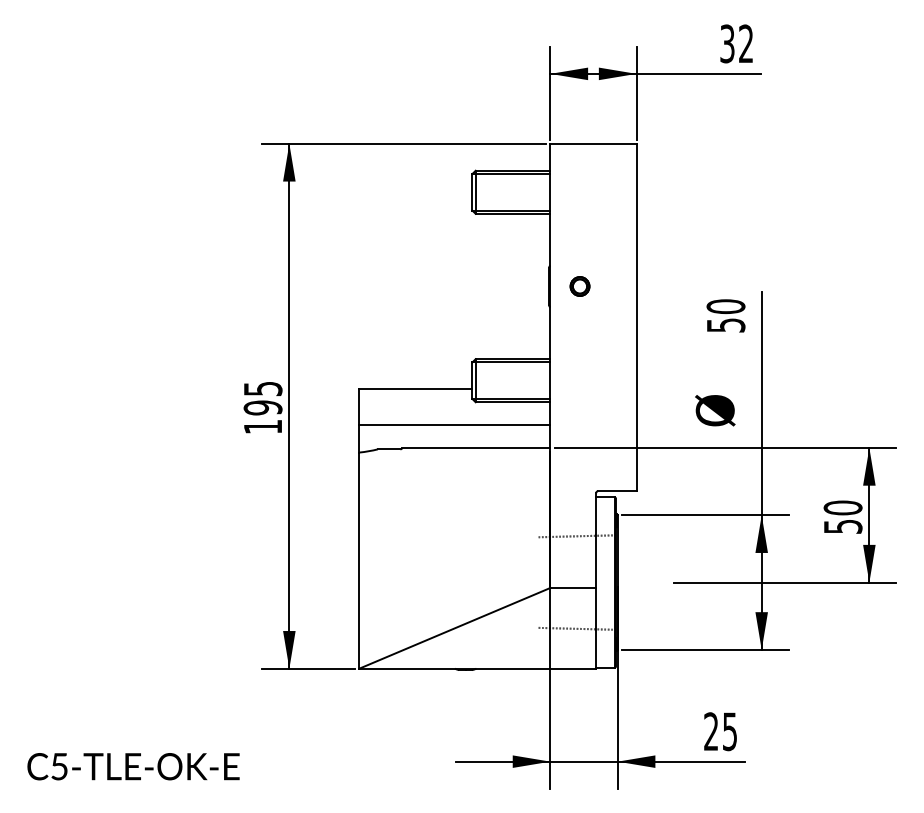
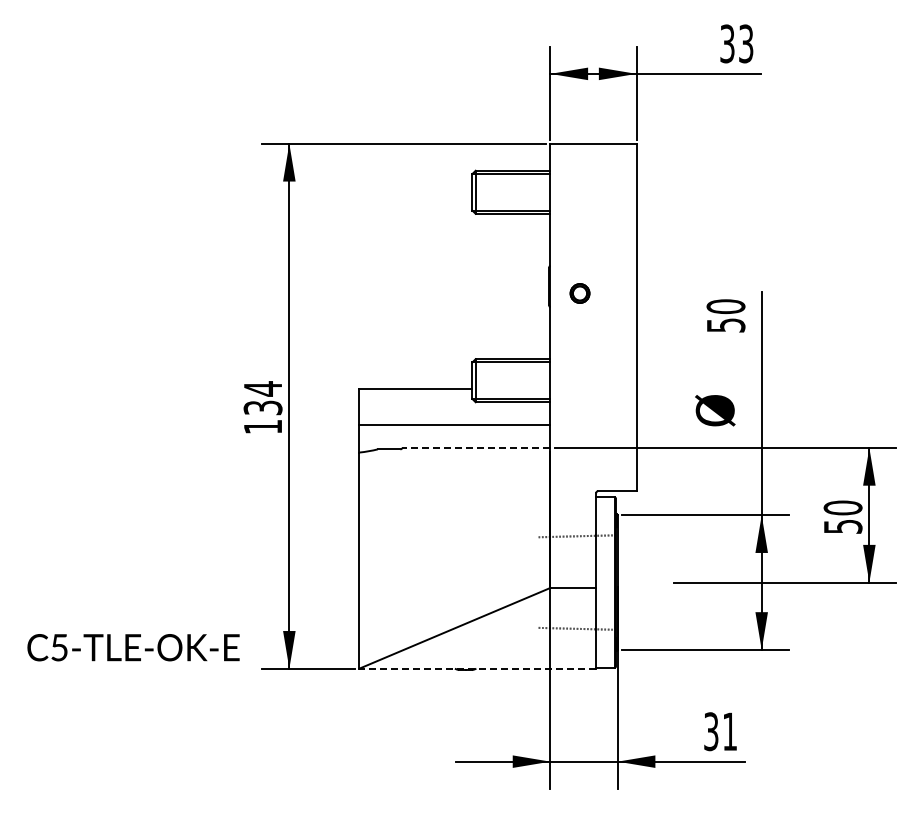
text at (746, 43): 32 -> 33
part at (579, 286) position: (579, 286) -> (579, 293)
text at (262, 398): 195 -> 134
line at (475, 448): solid -> dashed
line at (477, 668): solid -> dashed
text at (720, 731): 25 -> 31
text at (133, 766) position: (133, 766) -> (133, 647)
